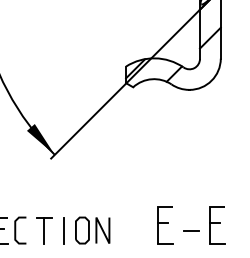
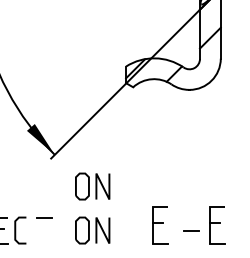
part at (92, 186): none -> present
part at (165, 225) position: (165, 225) -> (160, 225)
line at (44, 230): present -> none
line at (64, 230): present -> none
